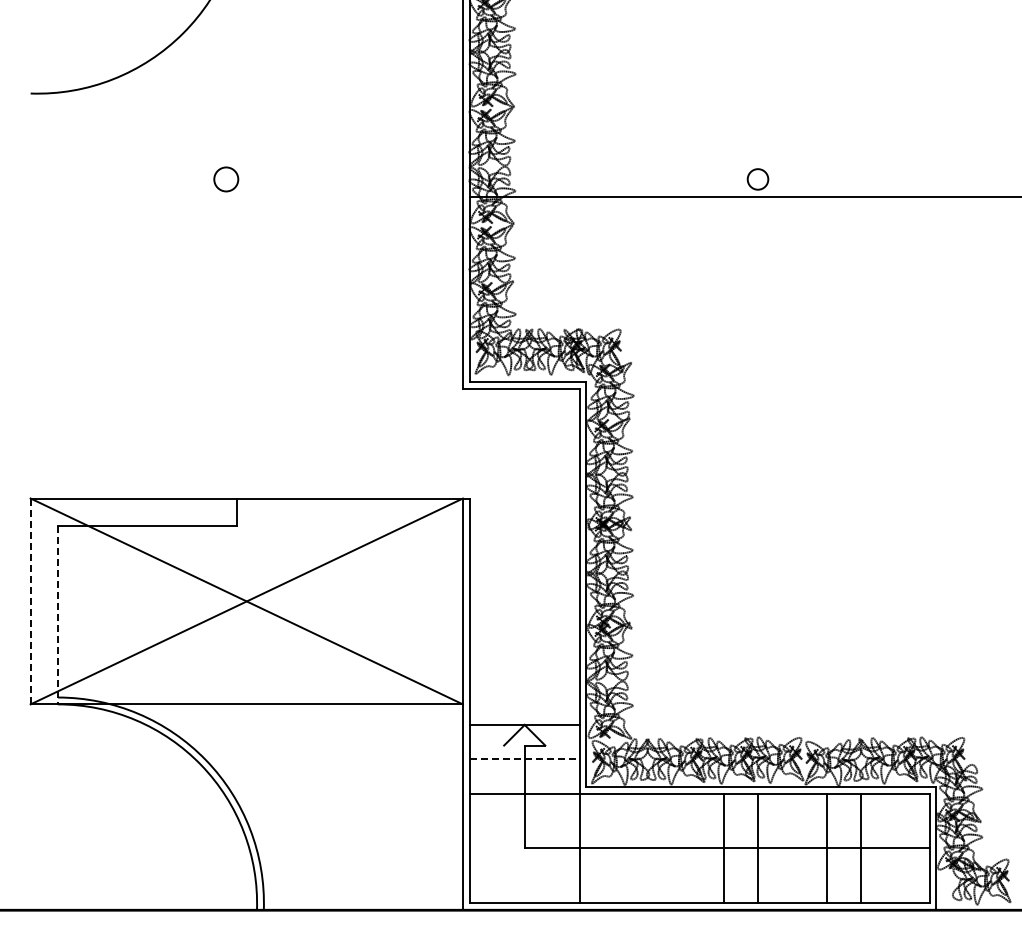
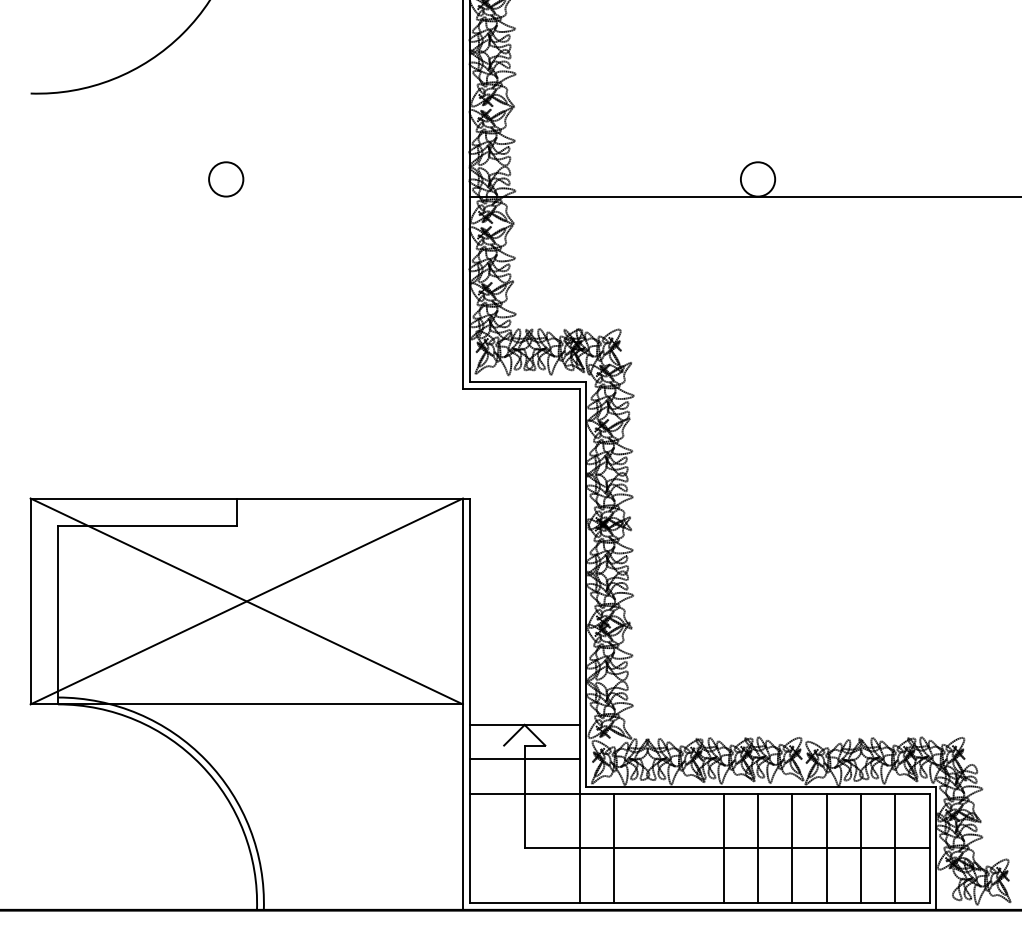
circle at (226, 179) size: 27x27 px -> 37x37 px
circle at (757, 179) diameter: 21 px -> 34 px
line at (30, 601): dashed -> solid
line at (58, 615): dashed -> solid
line at (524, 759): dashed -> solid
line at (613, 848): none -> present
line at (792, 848): none -> present
line at (895, 848): none -> present
